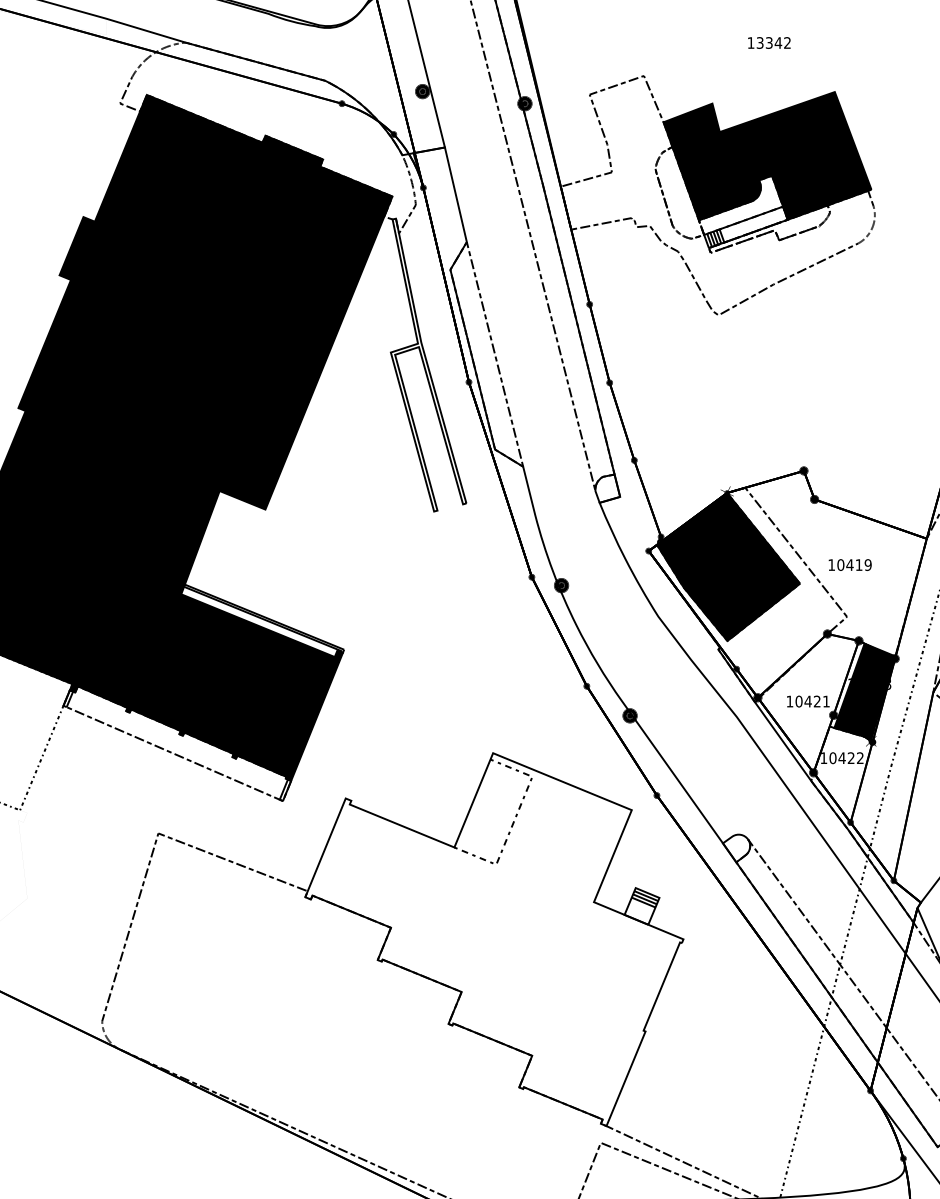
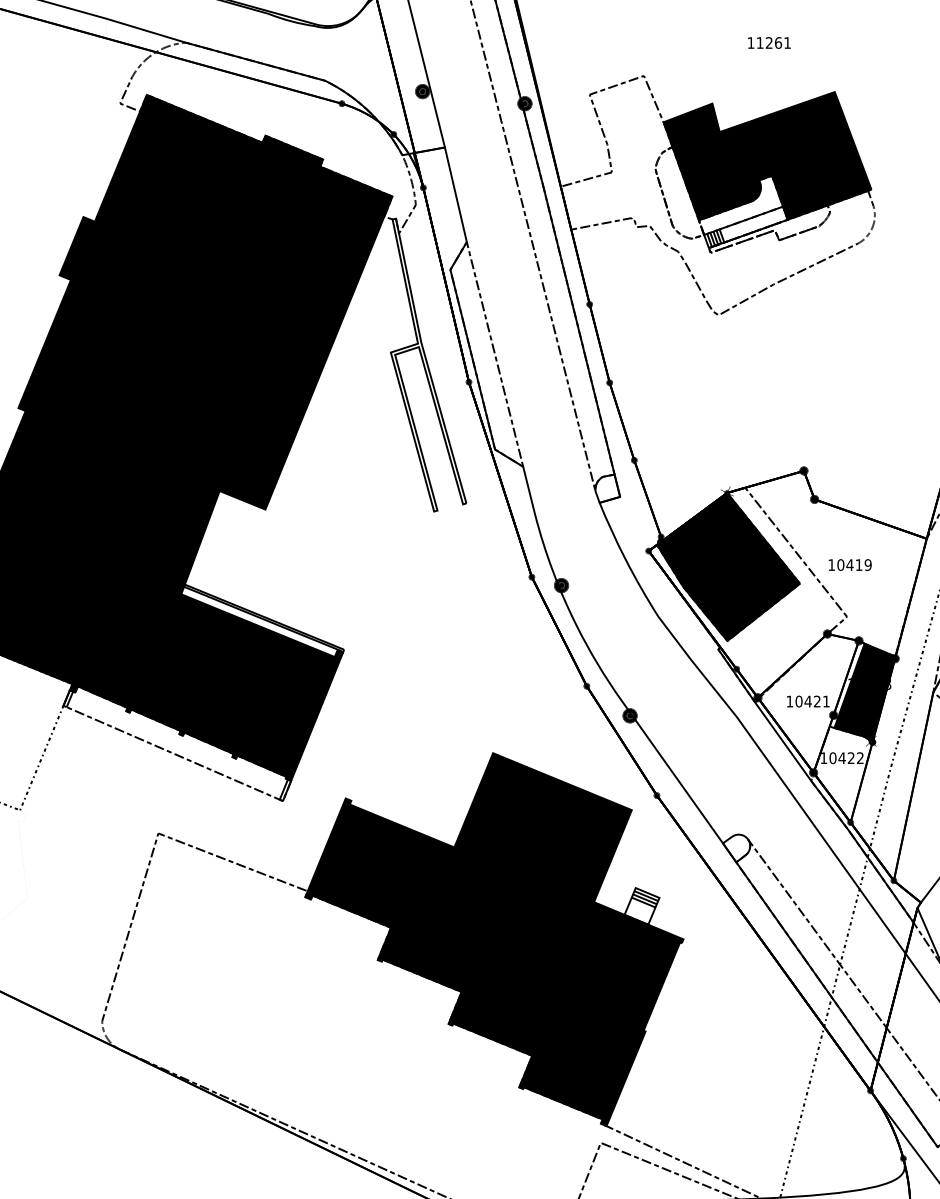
text at (773, 42): 13342 -> 11261
fill at (494, 939): none -> present
